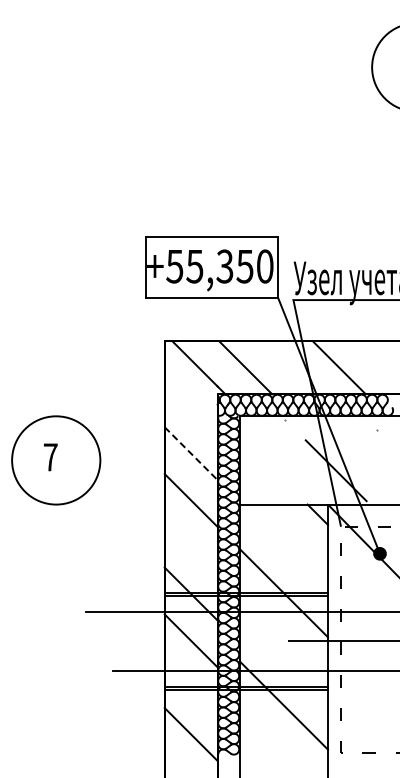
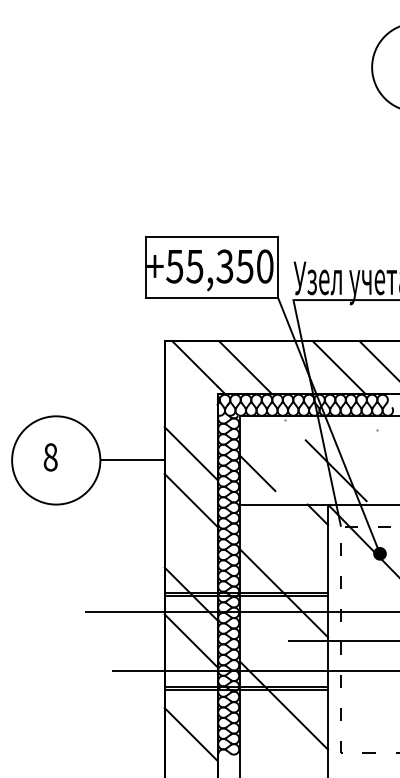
line at (377, 359): none -> present
line at (191, 454): dashed -> solid
text at (50, 457): 7 -> 8
line at (132, 460): none -> present
line at (257, 473): none -> present
